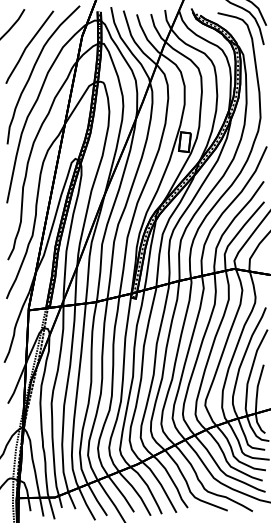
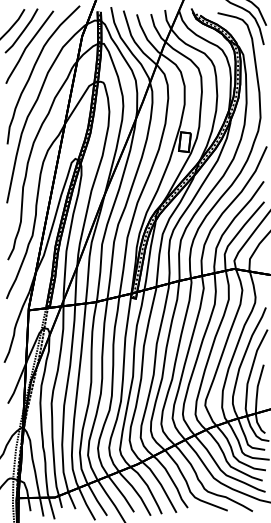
line at (22, 30): none -> present
